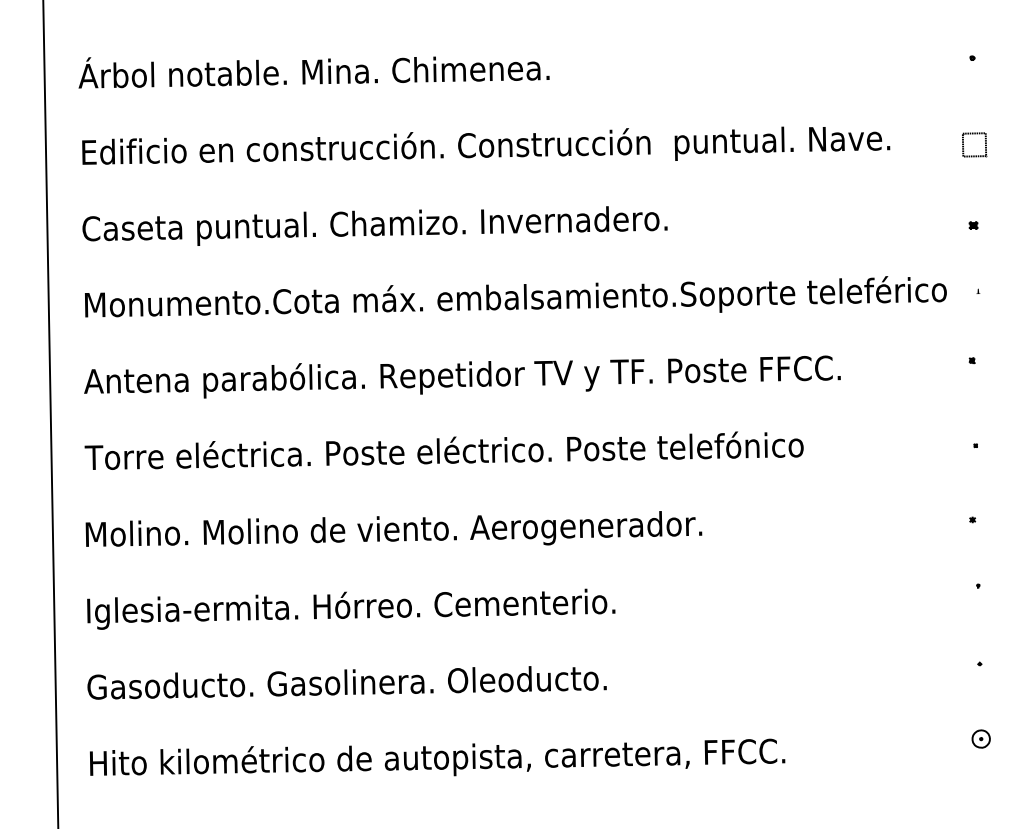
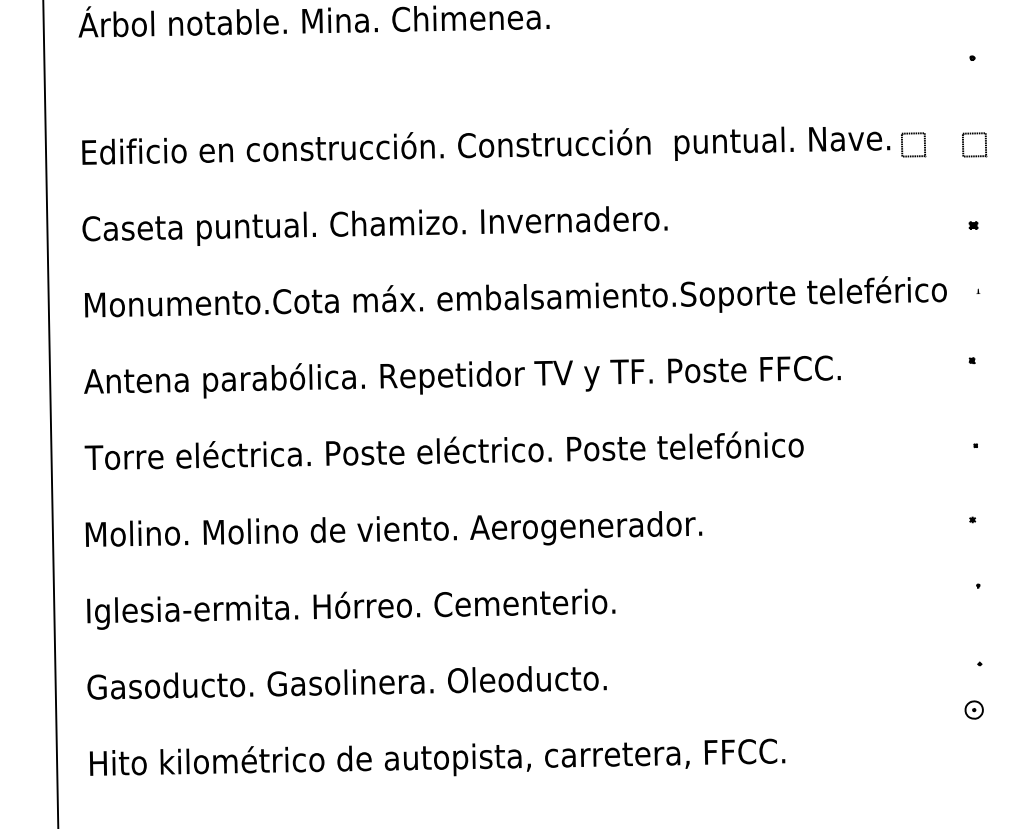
text at (313, 72) position: (313, 72) -> (313, 21)
part at (913, 144): none -> present
part at (980, 738) position: (980, 738) -> (973, 709)
